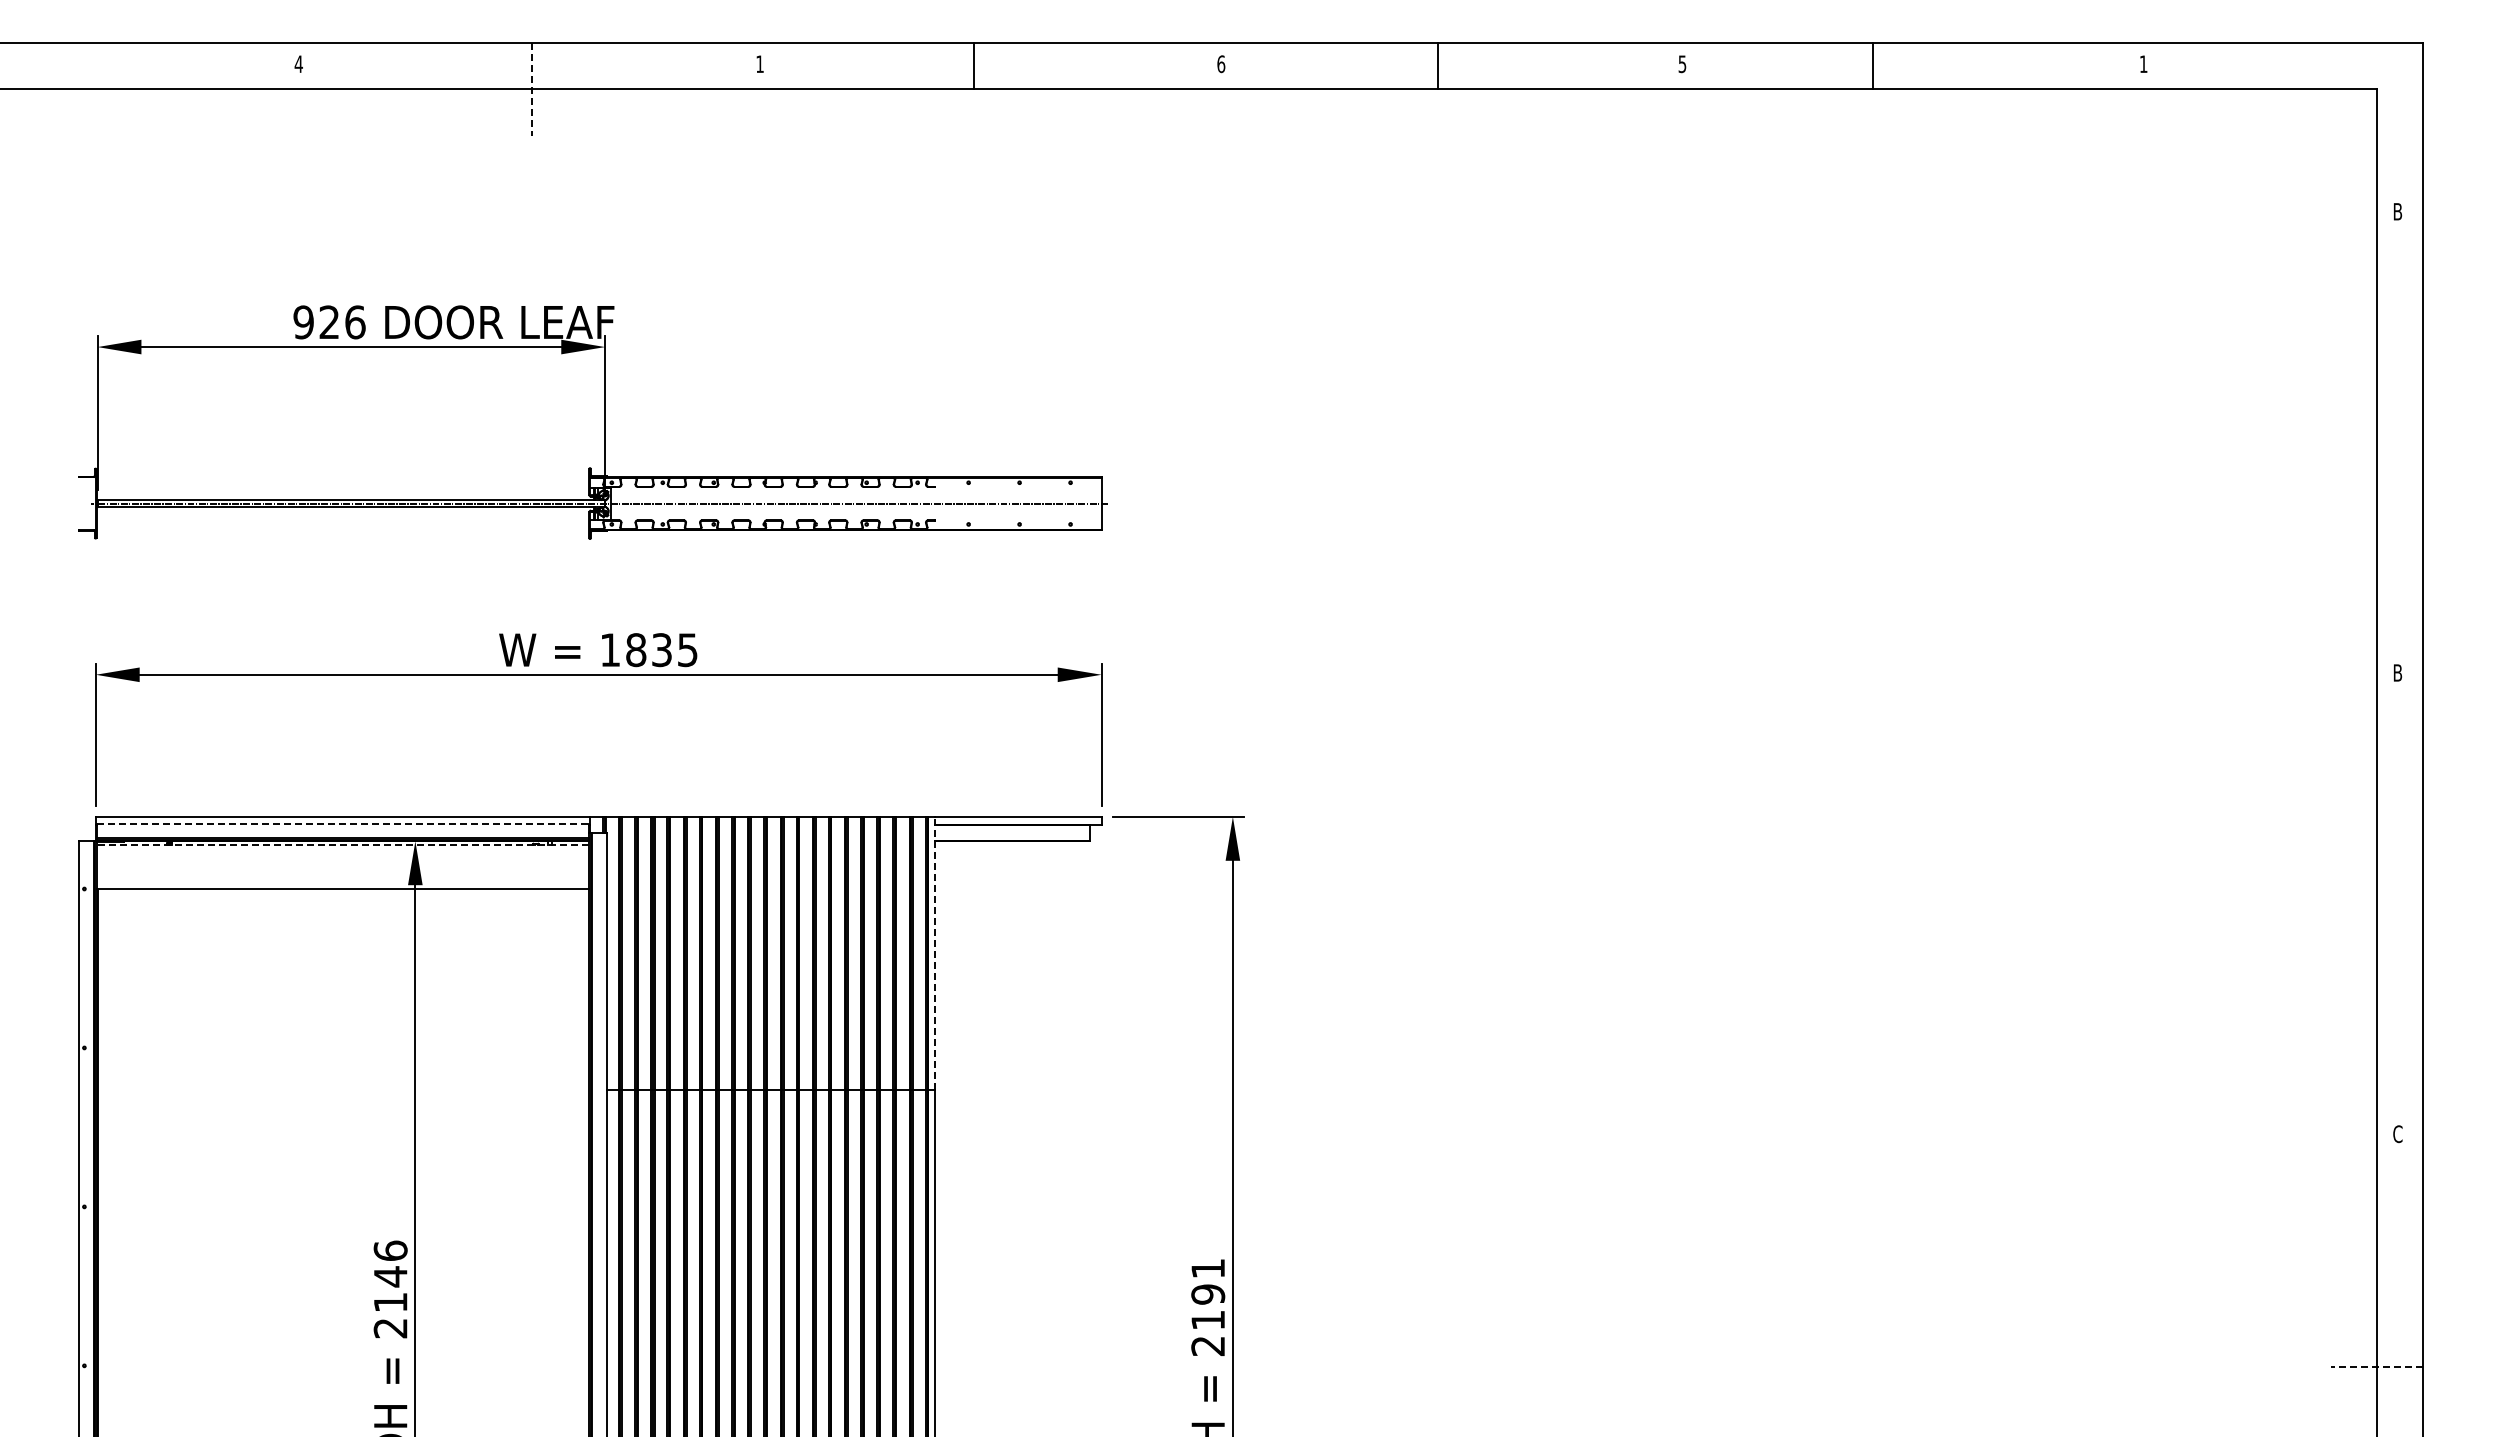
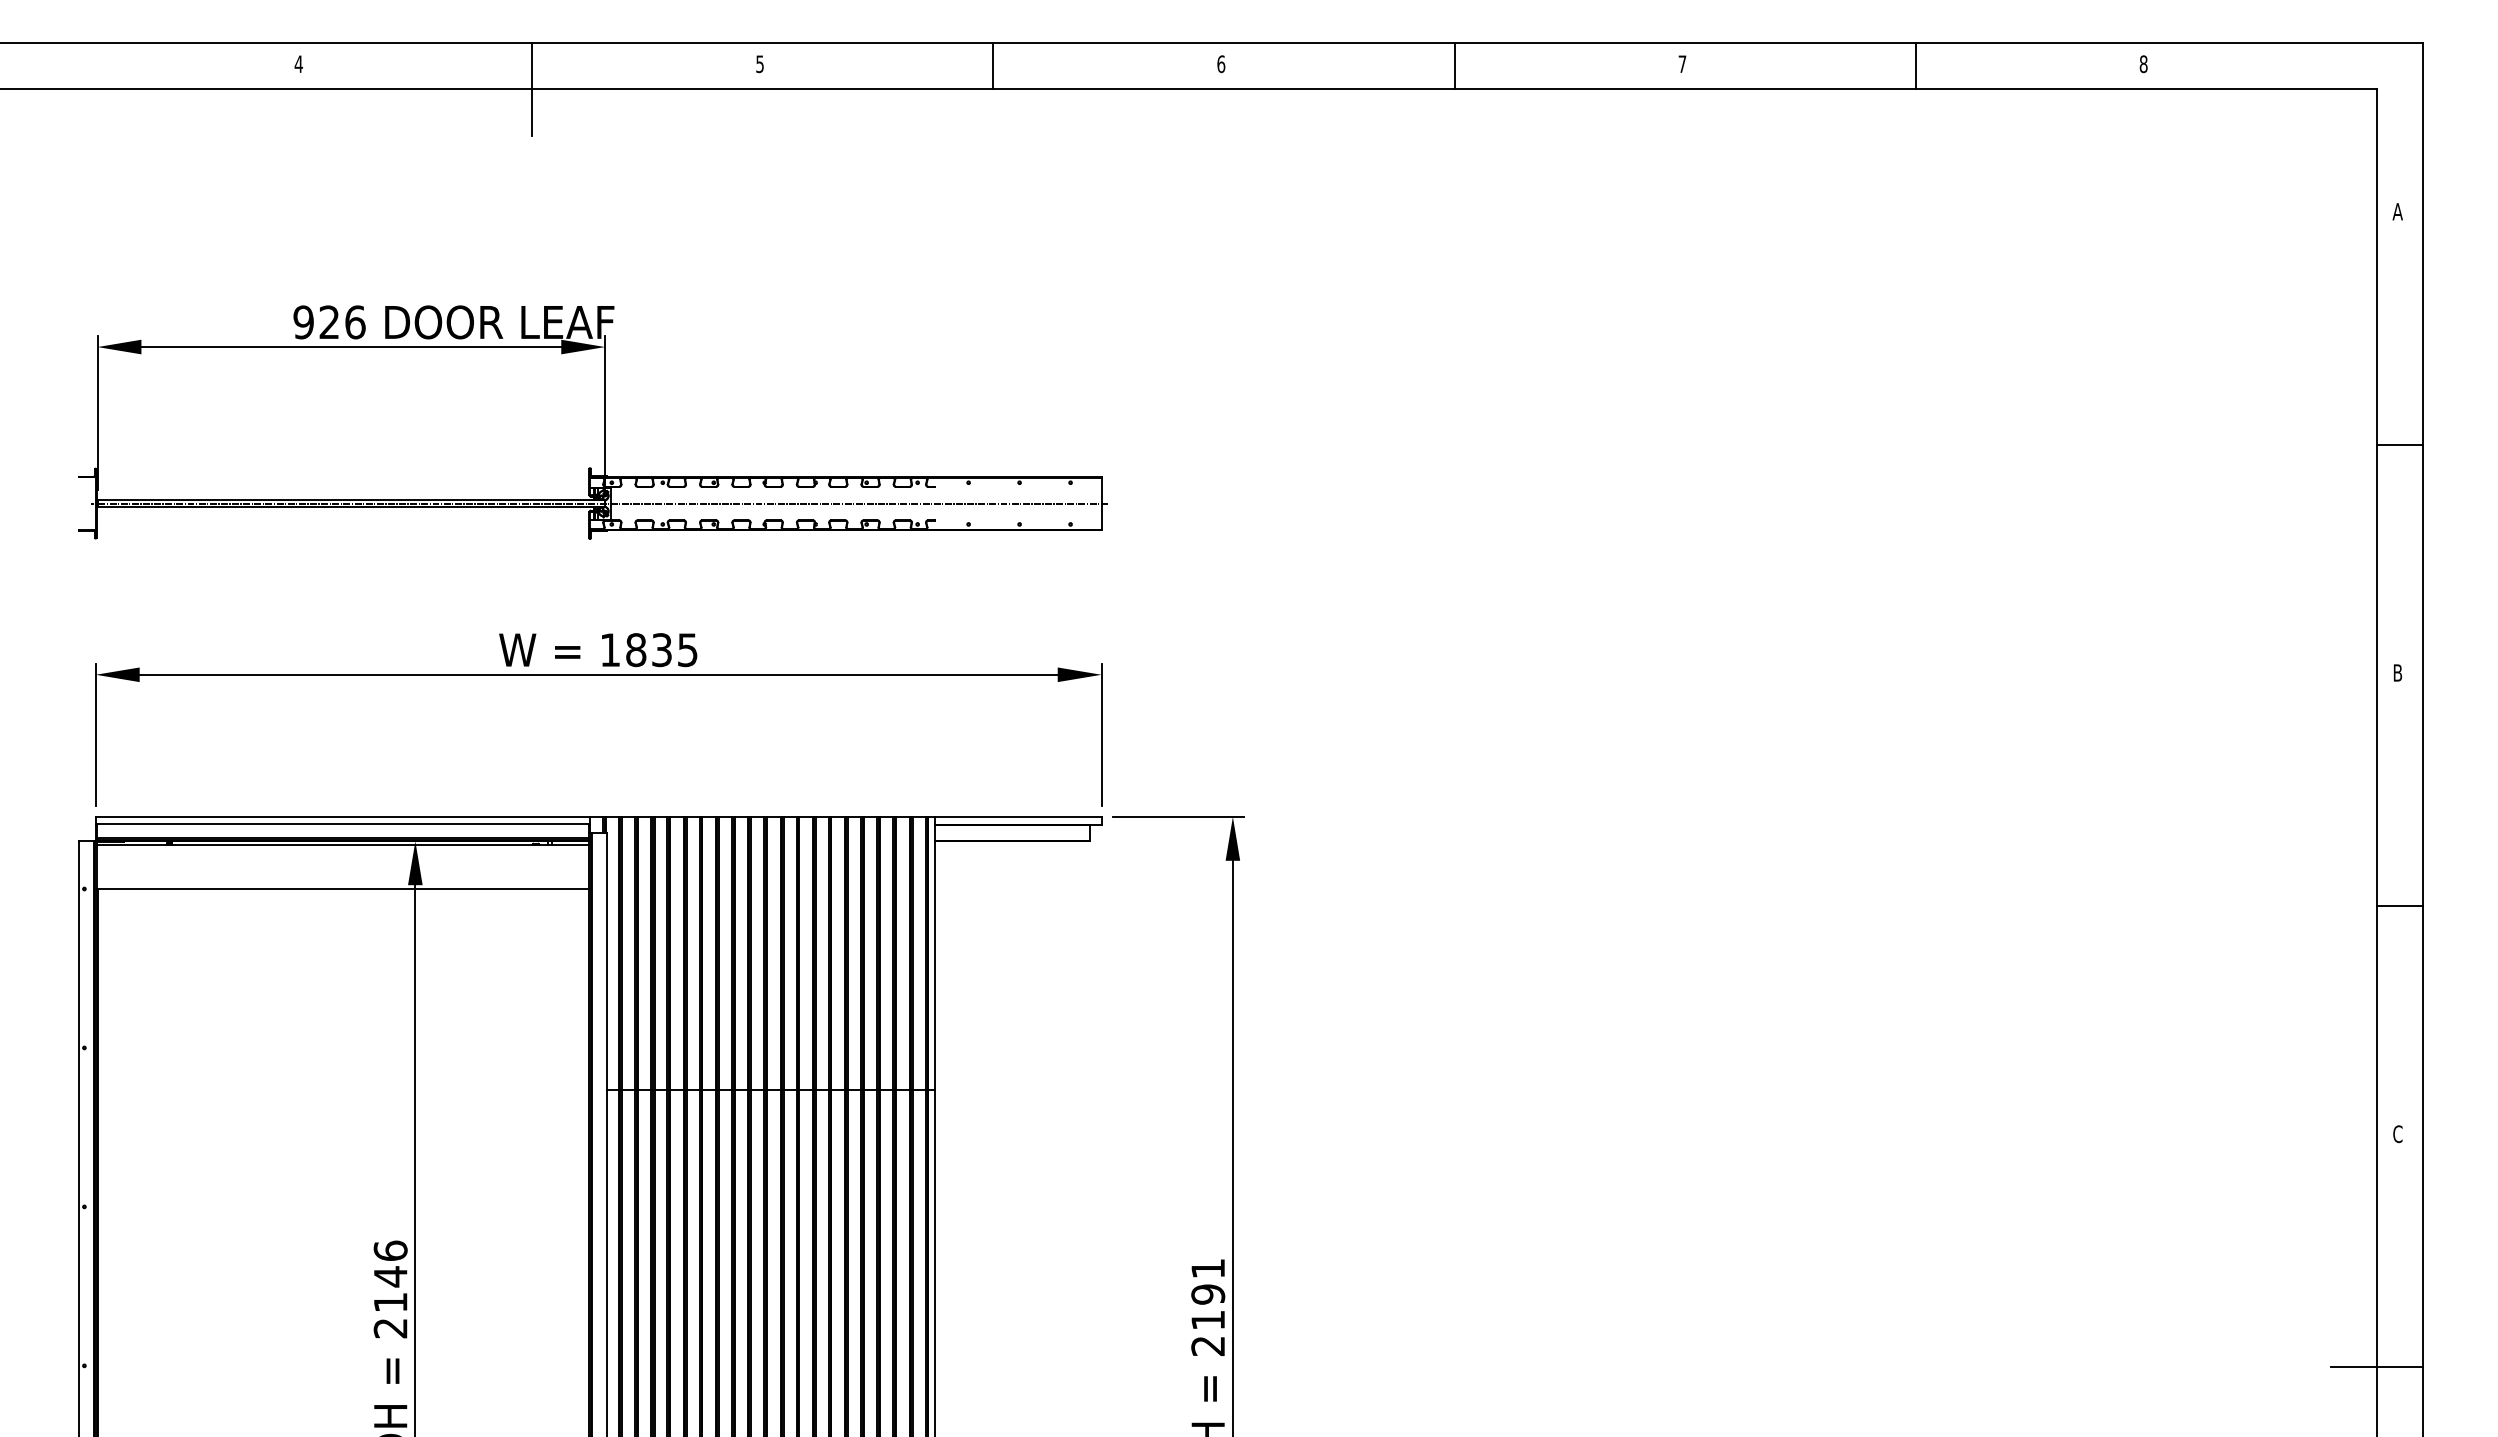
text at (759, 64): 1 -> 5
text at (1682, 64): 5 -> 7
text at (2143, 64): 1 -> 8
line at (974, 66) position: (974, 66) -> (993, 66)
line at (1437, 66) position: (1437, 66) -> (1454, 66)
line at (1872, 66) position: (1872, 66) -> (1915, 66)
line at (532, 89): dashed -> solid
text at (2397, 211): B -> A
line at (2399, 444): none -> present
line at (343, 823): dashed -> solid
line at (342, 845): dashed -> solid
line at (2399, 905): none -> present
line at (935, 952): dashed -> solid
line at (2376, 1366): dashed -> solid
